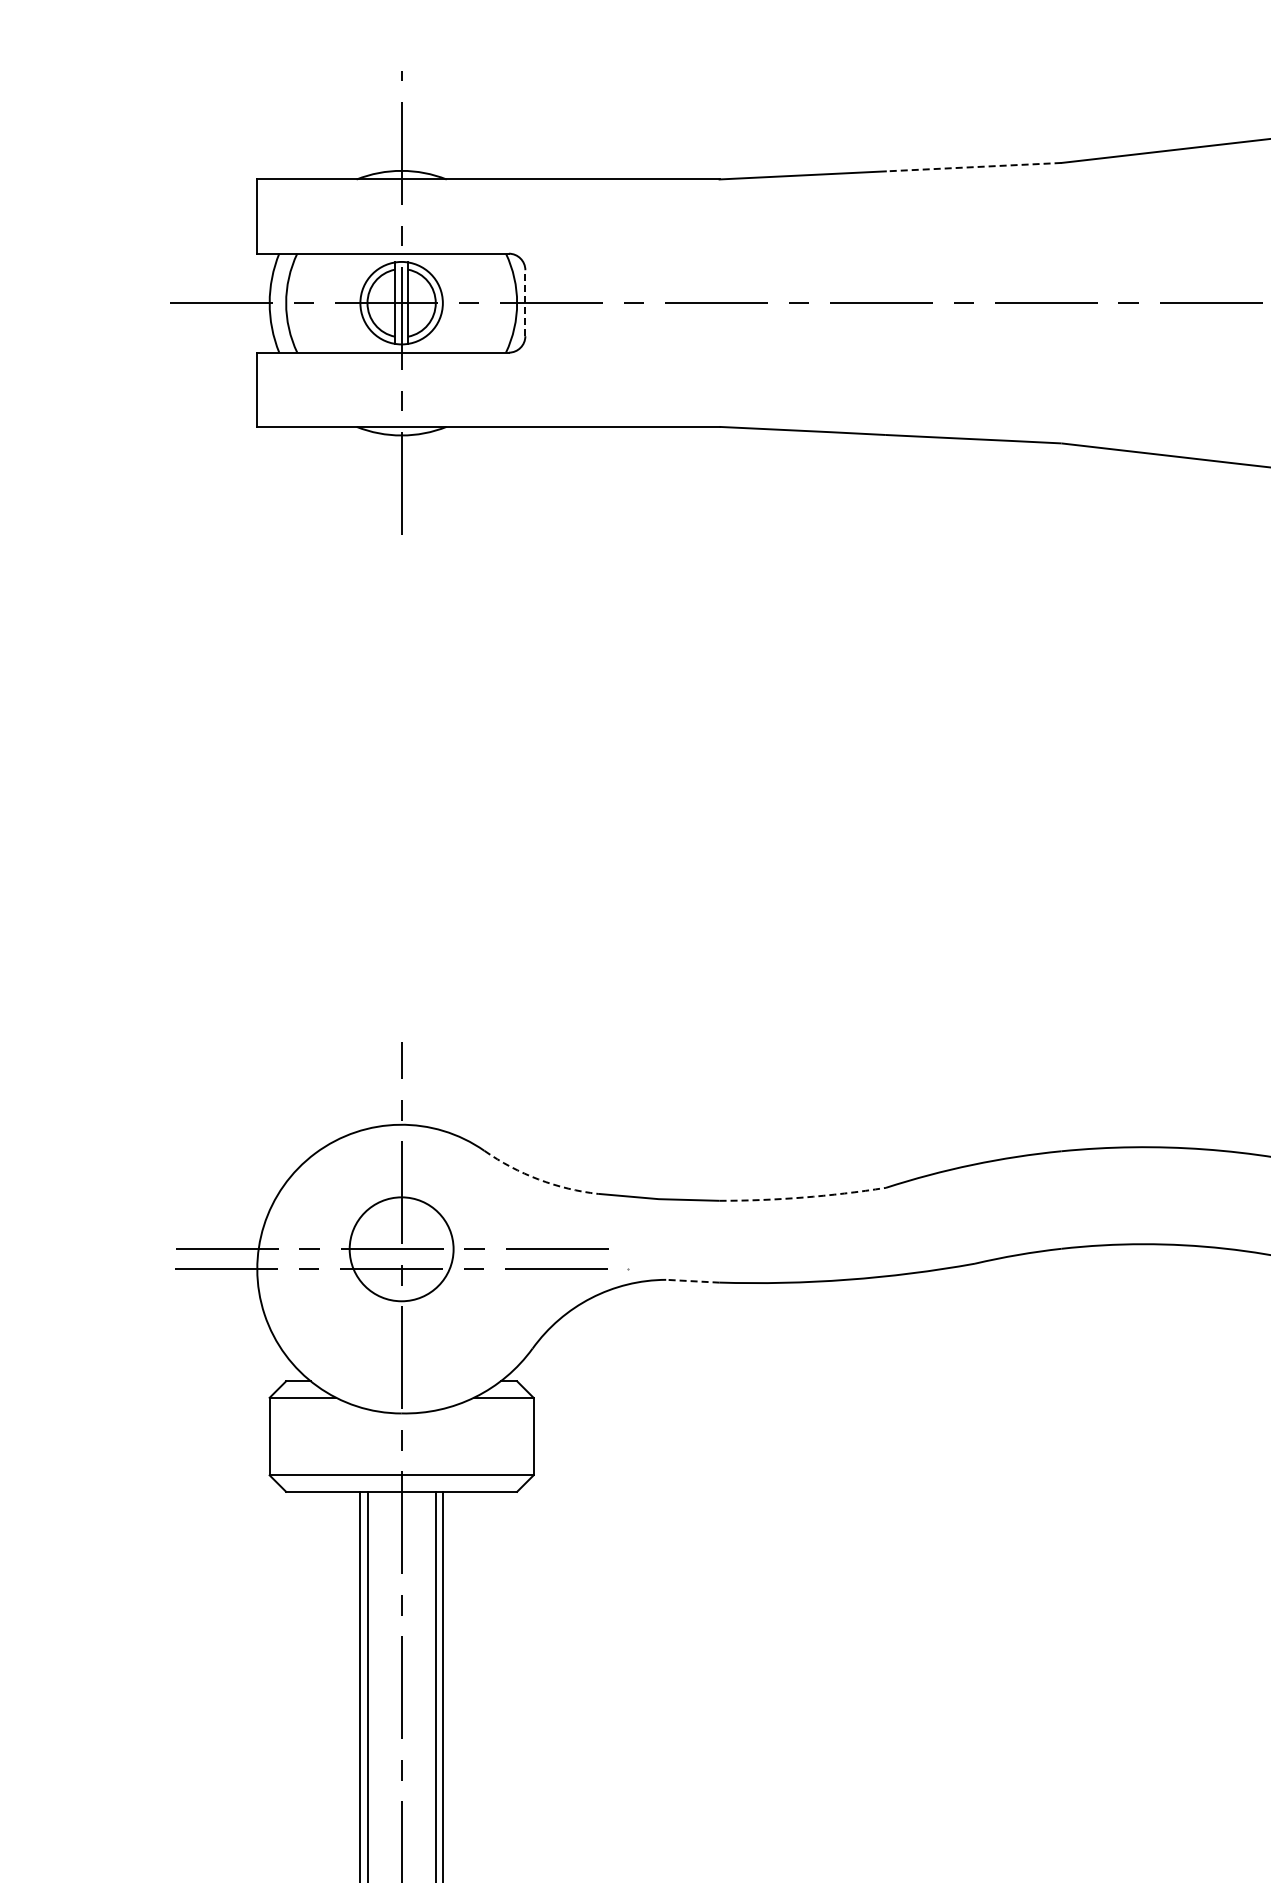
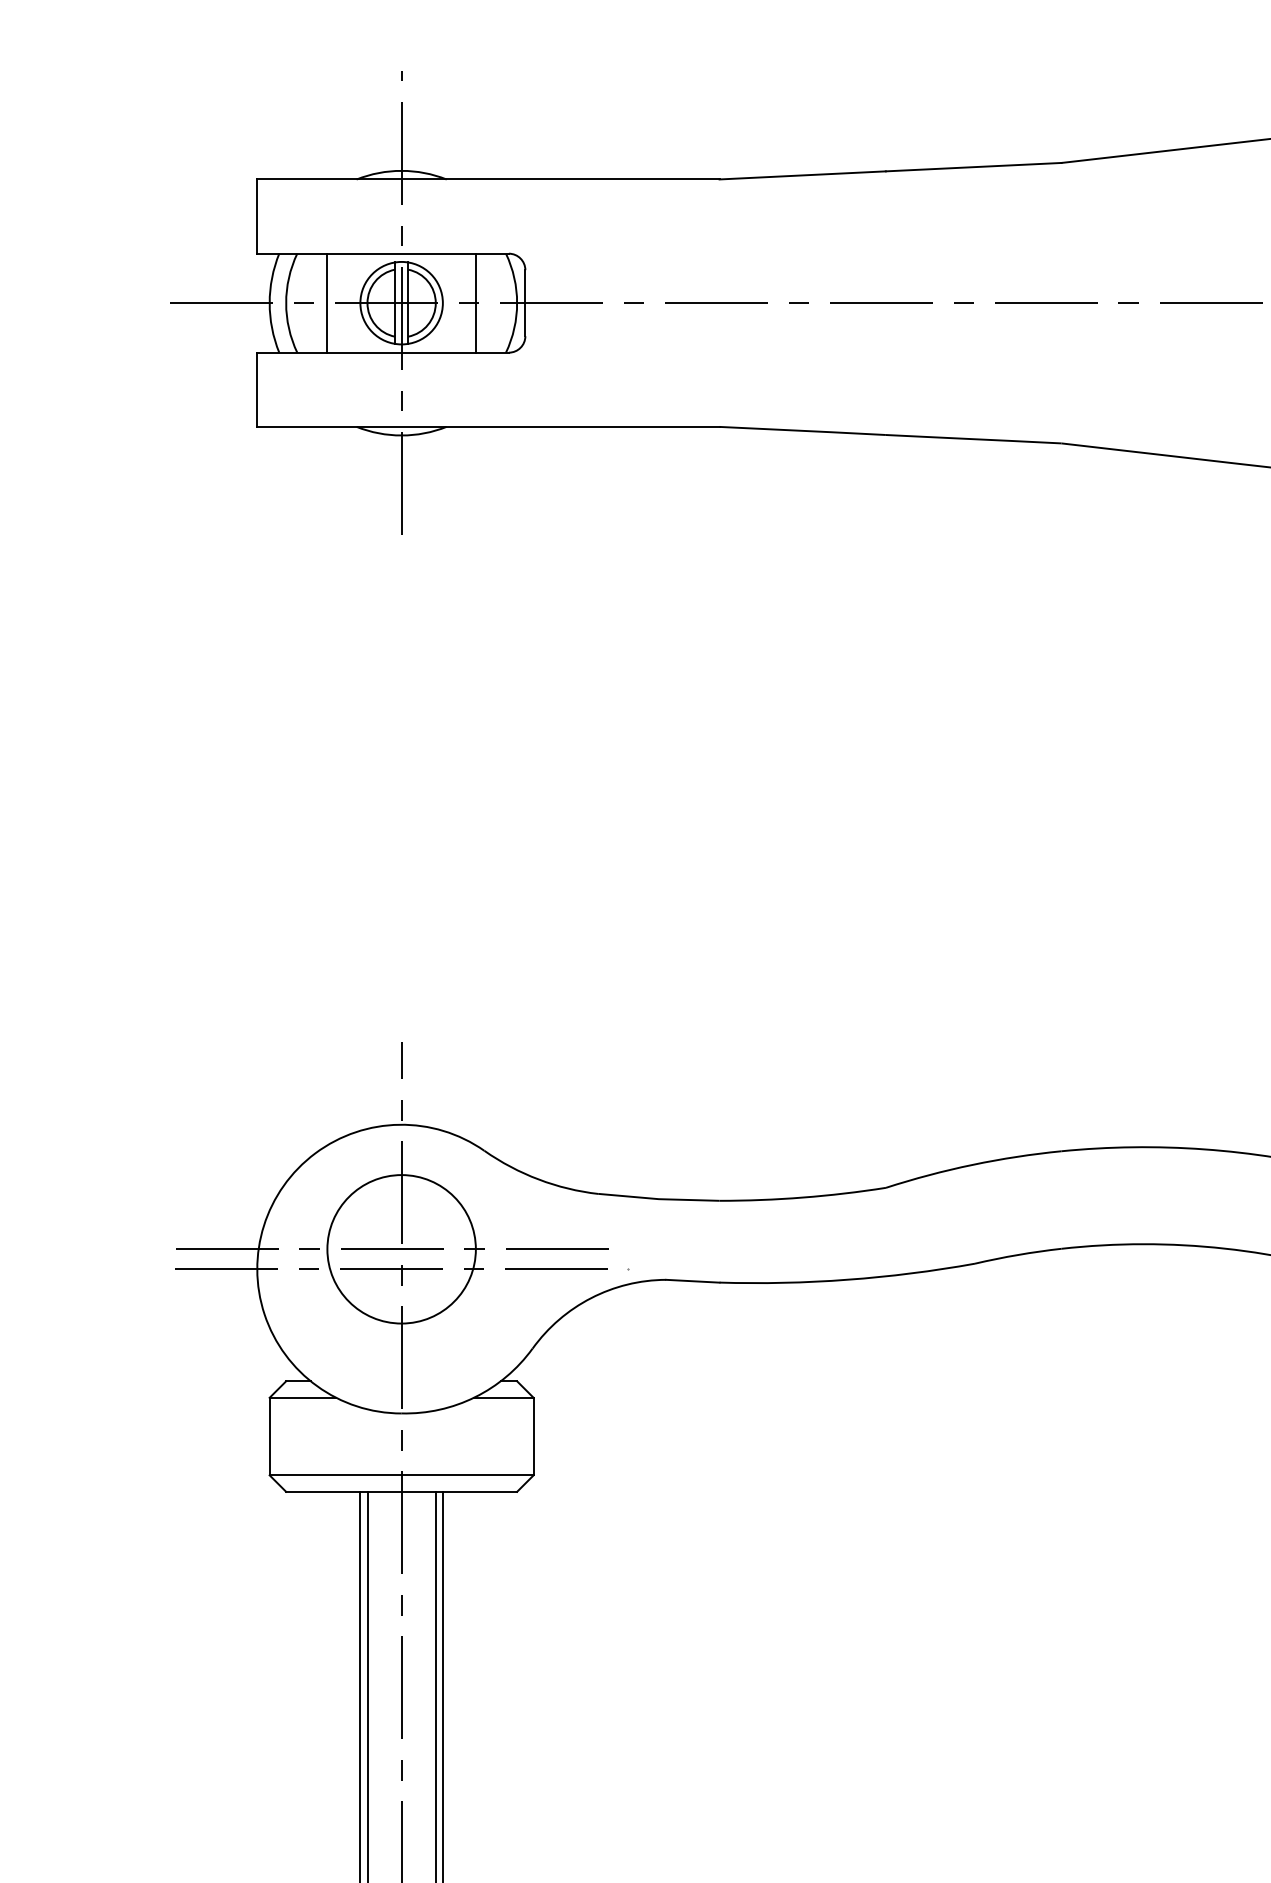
line at (973, 167): dashed -> solid
line at (327, 302): none -> present
line at (475, 302): none -> present
line at (525, 303): dashed -> solid
arc at (538, 1179): dashed -> solid
arc at (802, 1197): dashed -> solid
circle at (401, 1249) diameter: 104 px -> 148 px
line at (692, 1281): dashed -> solid
